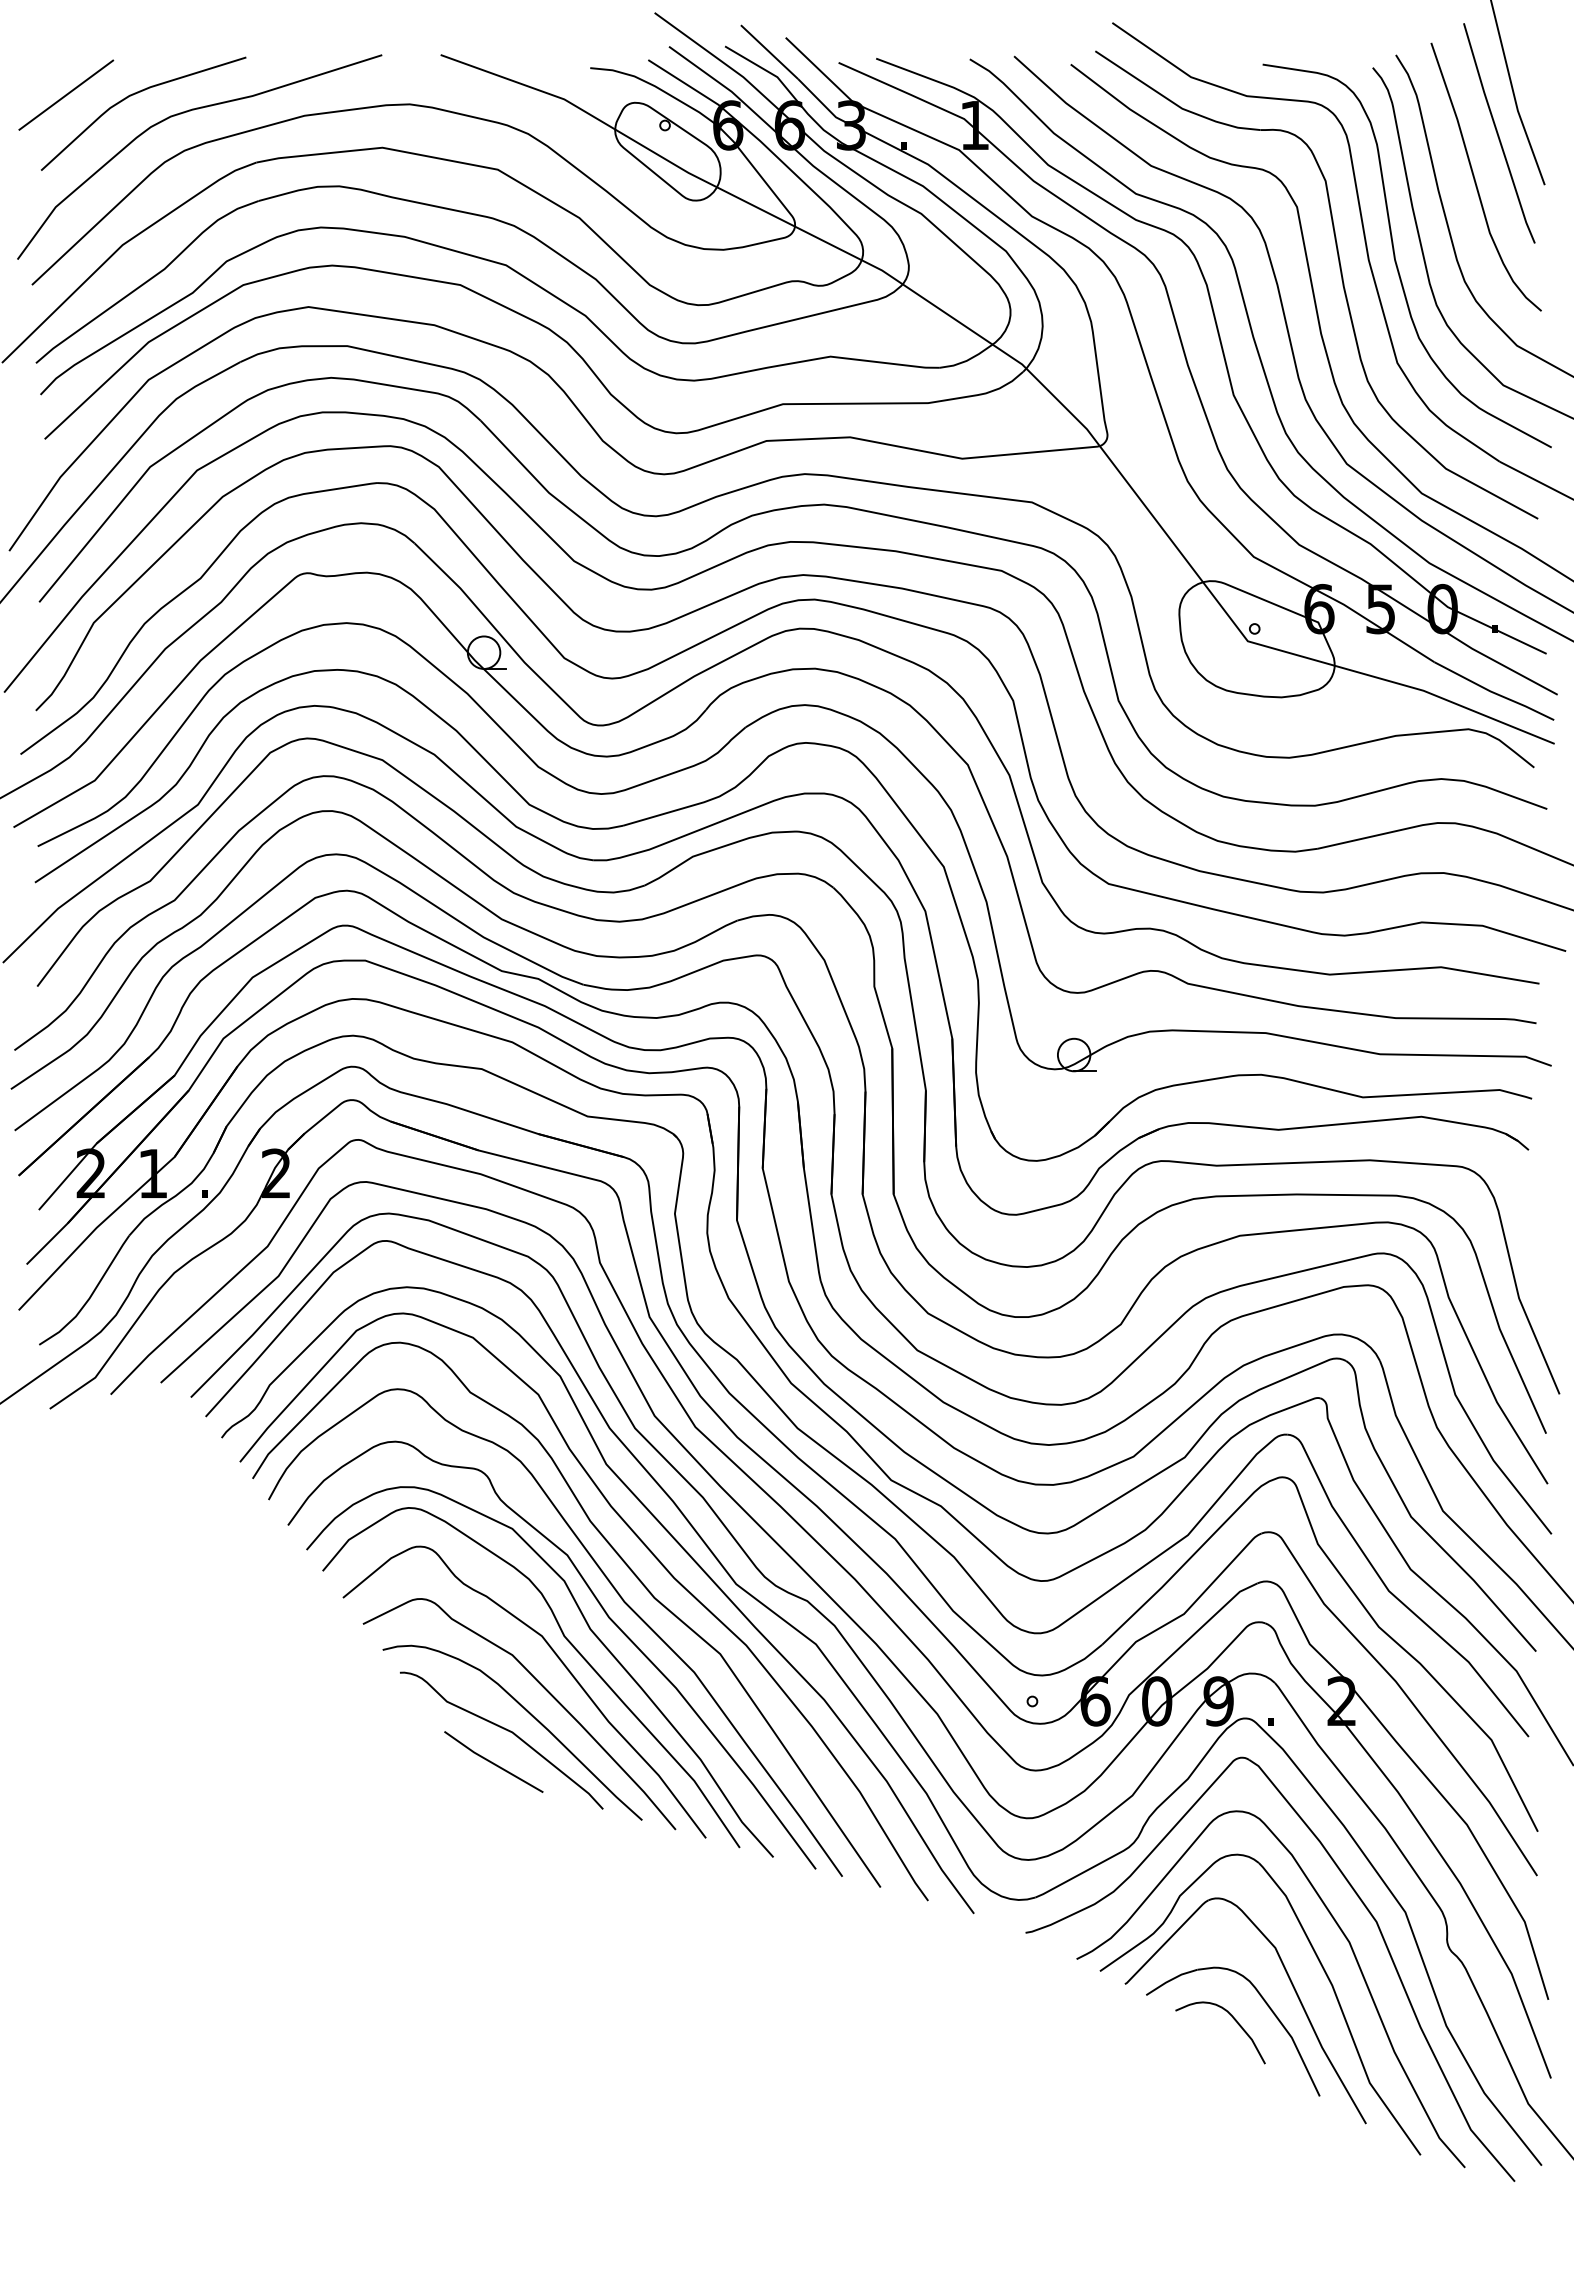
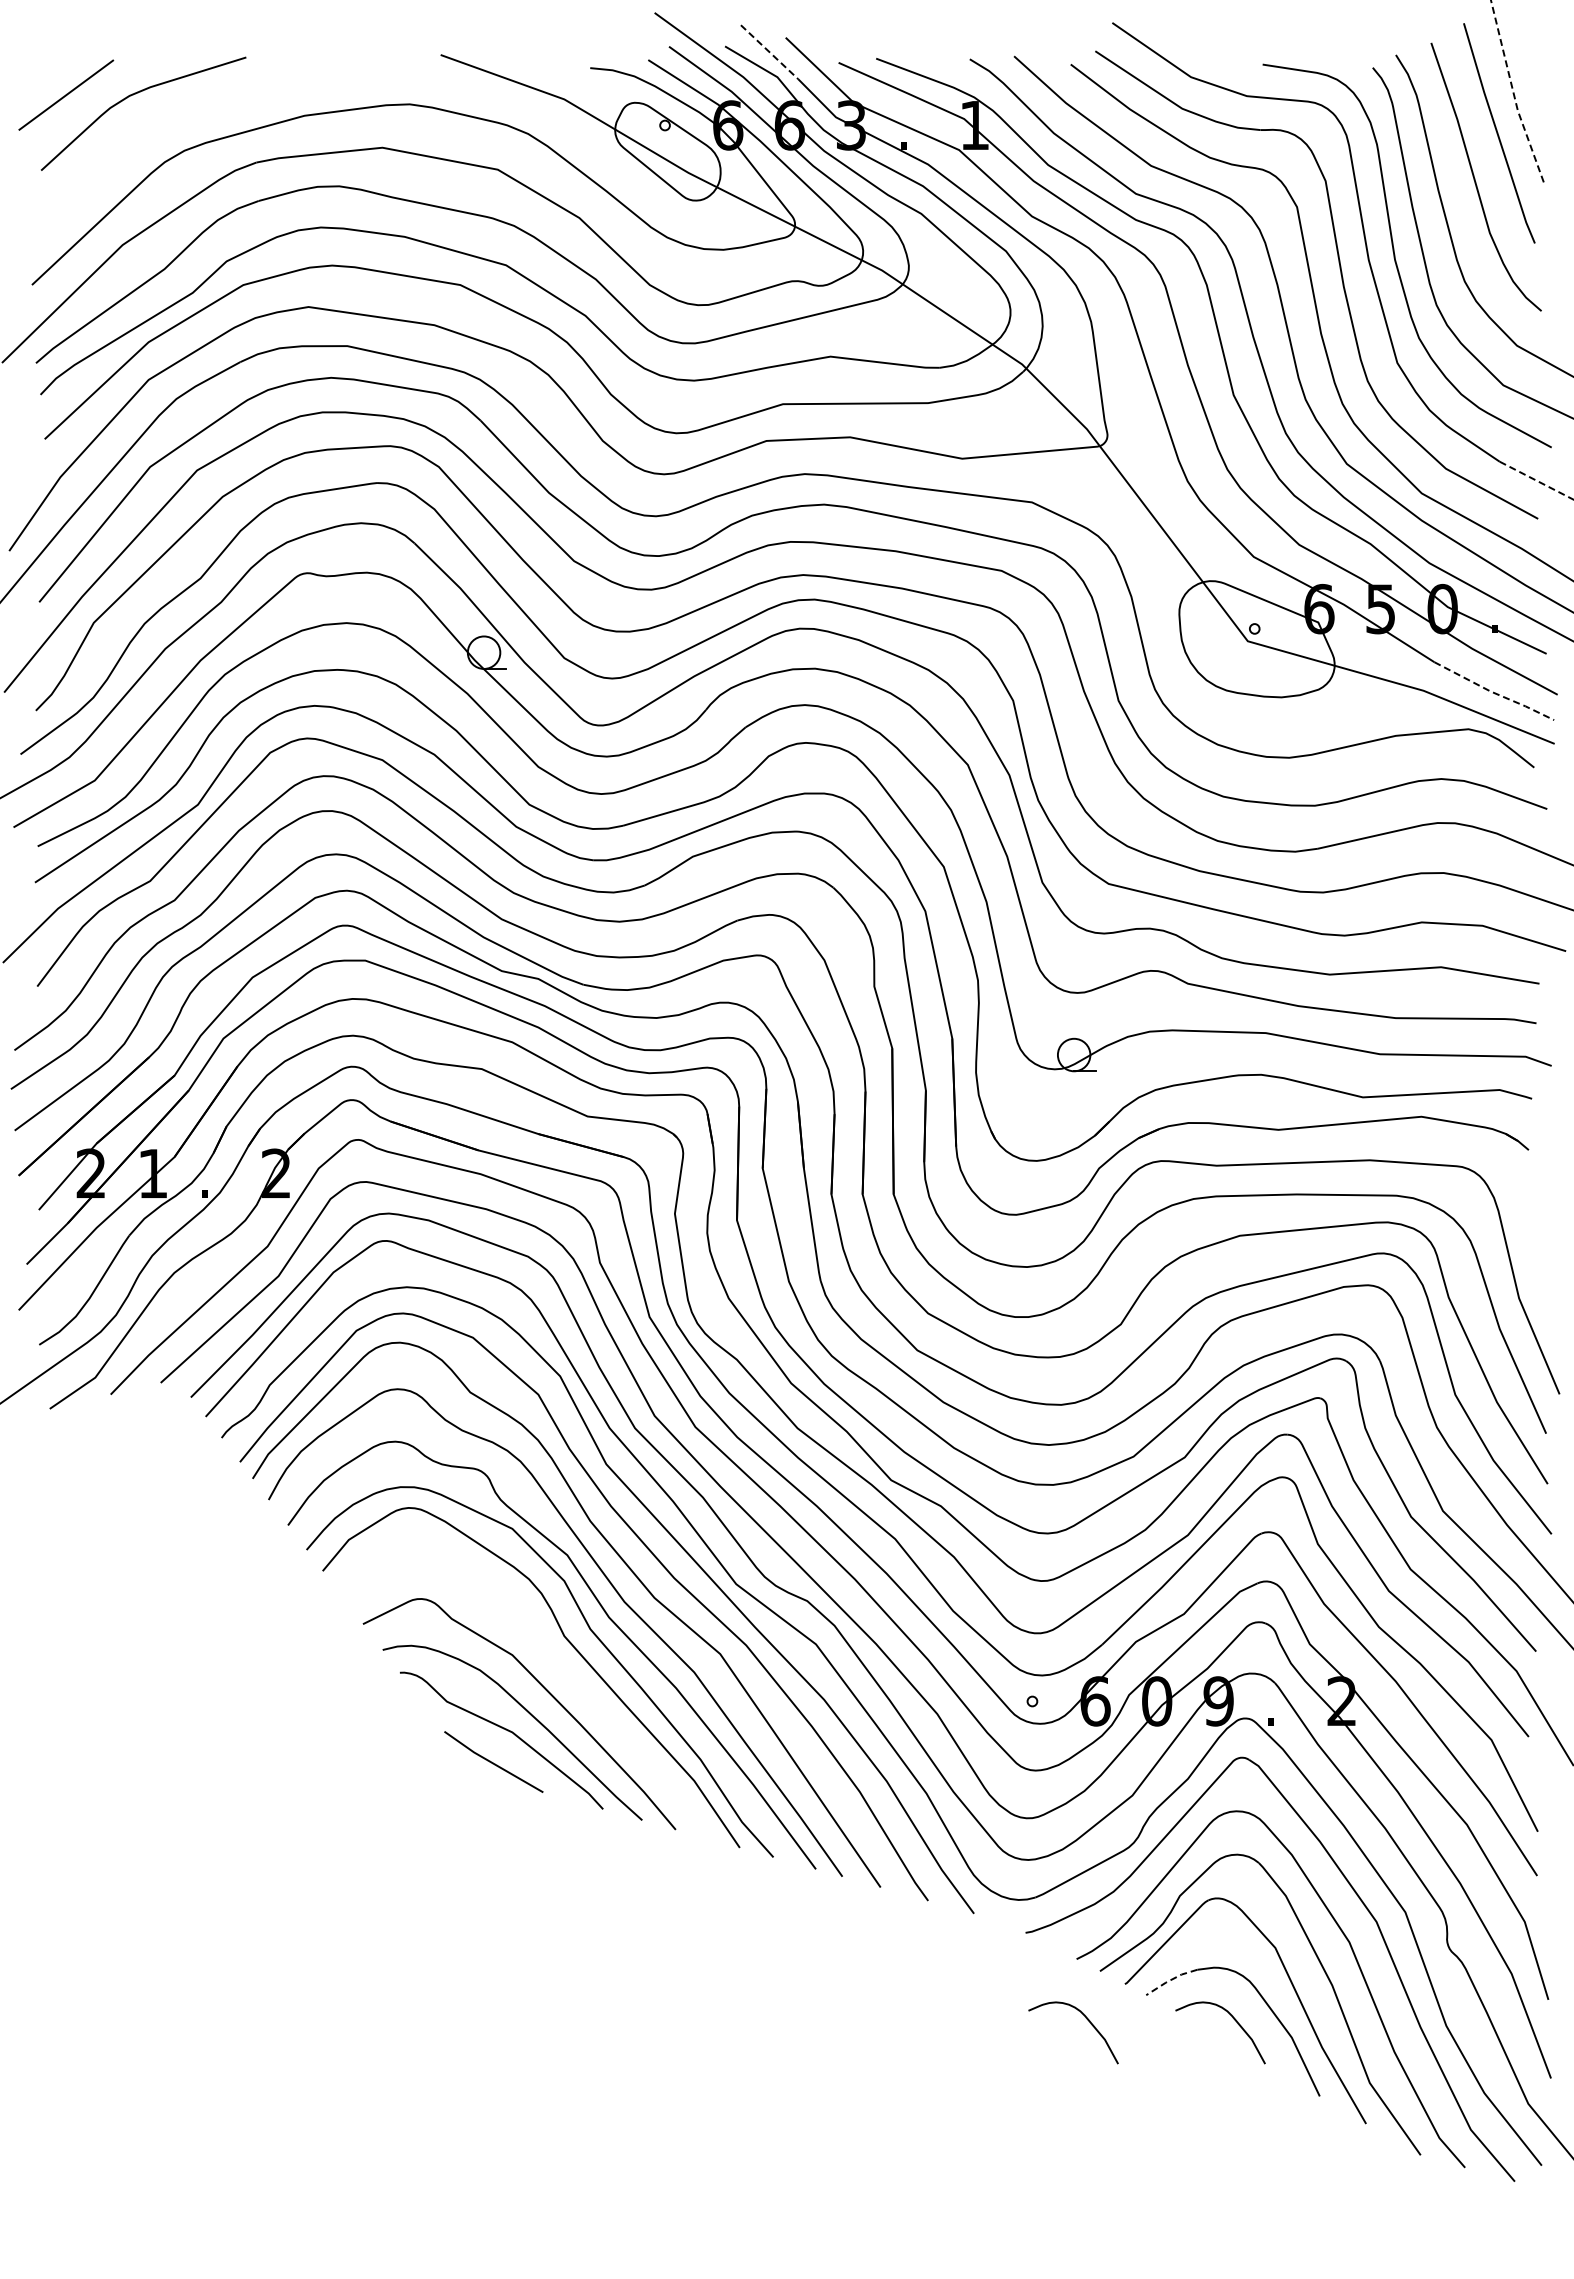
line at (769, 52): solid -> dashed
line at (1513, 94): solid -> dashed
curve at (184, 113): present -> none
line at (1536, 480): solid -> dashed
line at (1494, 692): solid -> dashed
curve at (562, 1664): present -> none
line at (1170, 1980): solid -> dashed
curve at (1086, 2019): none -> present
